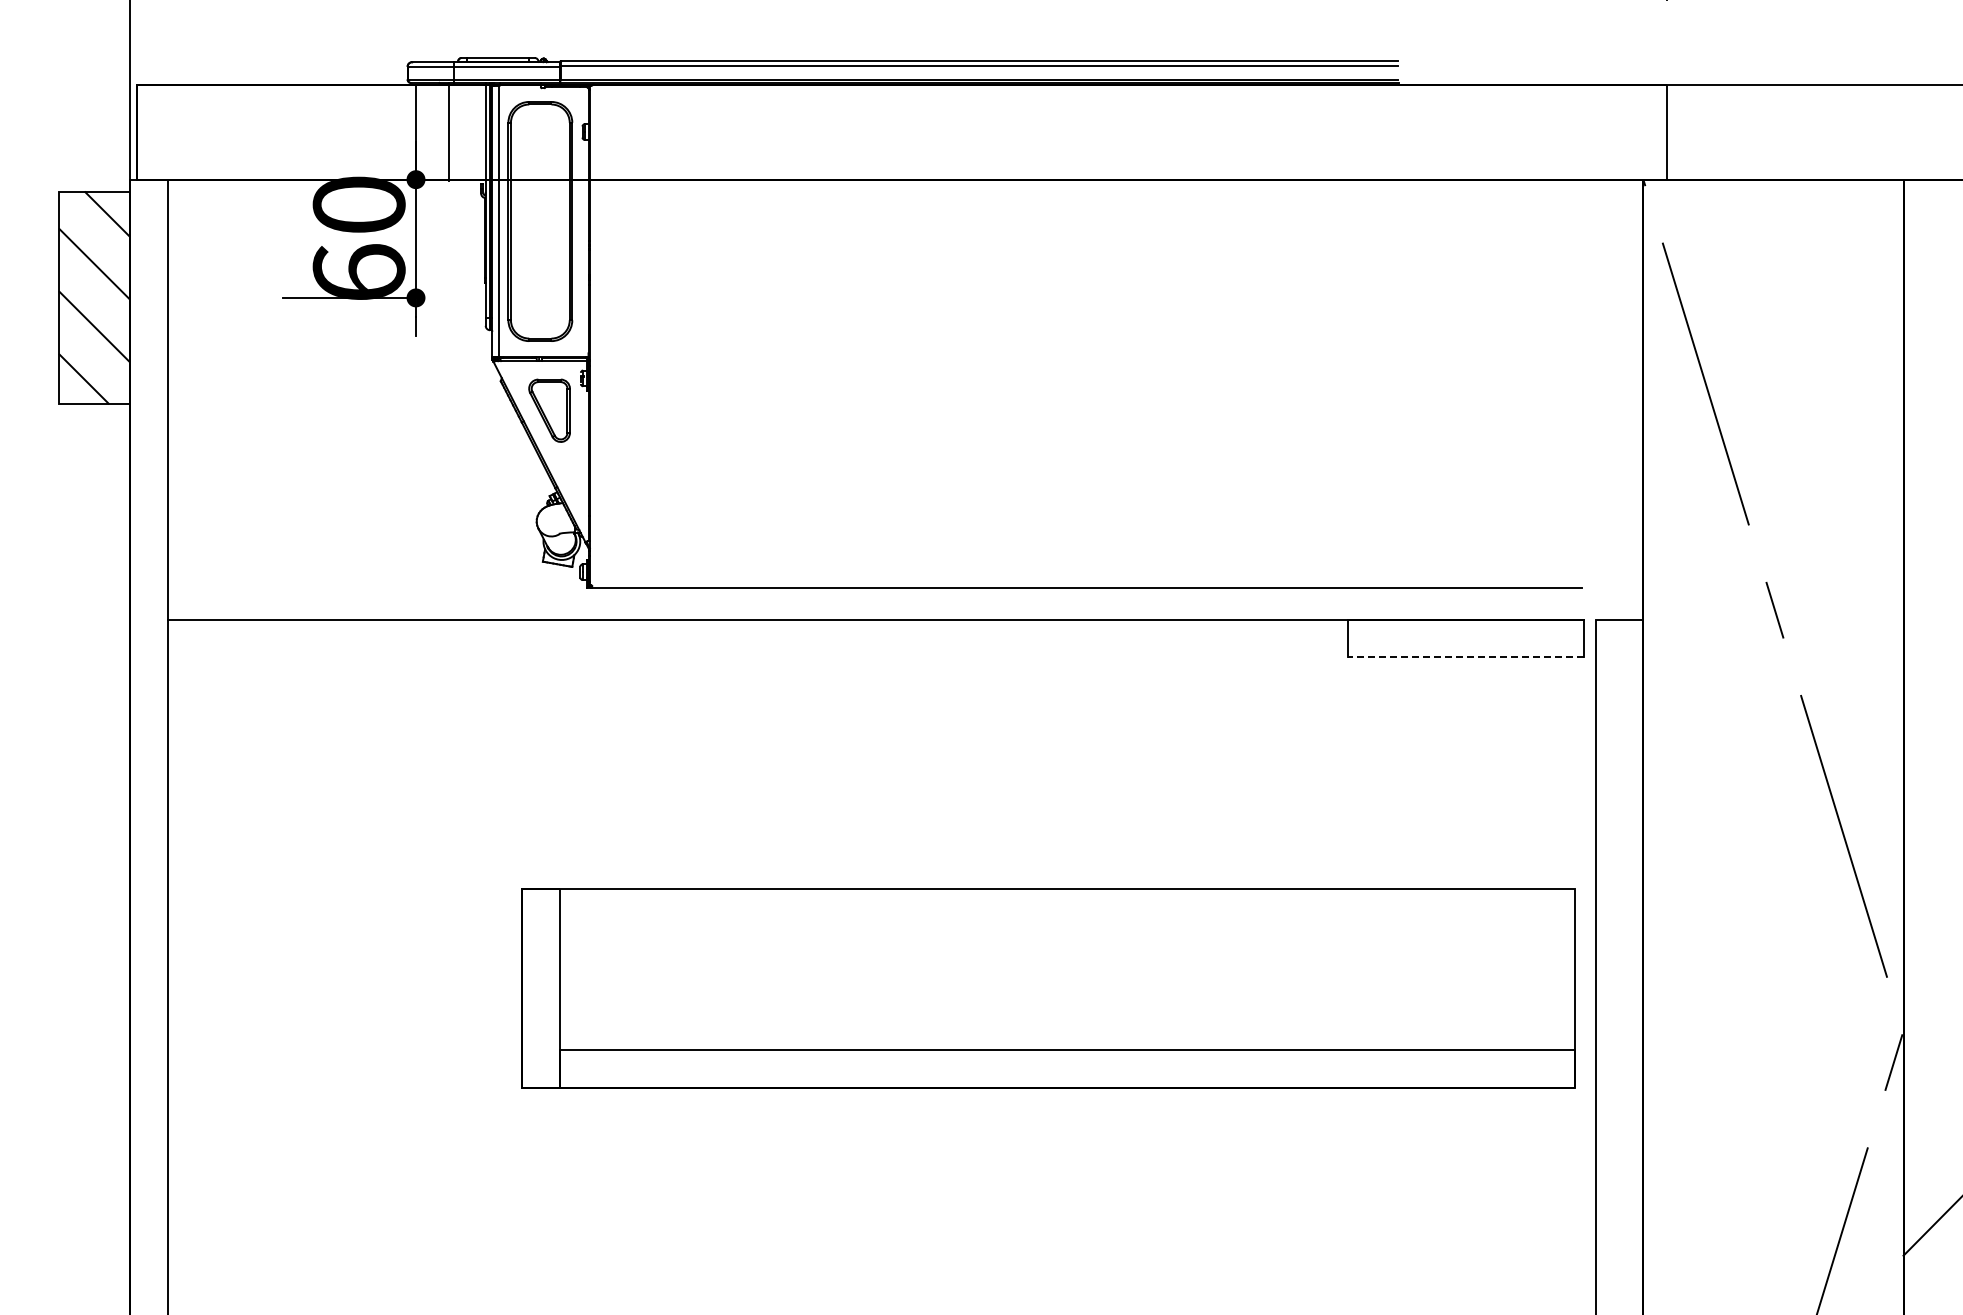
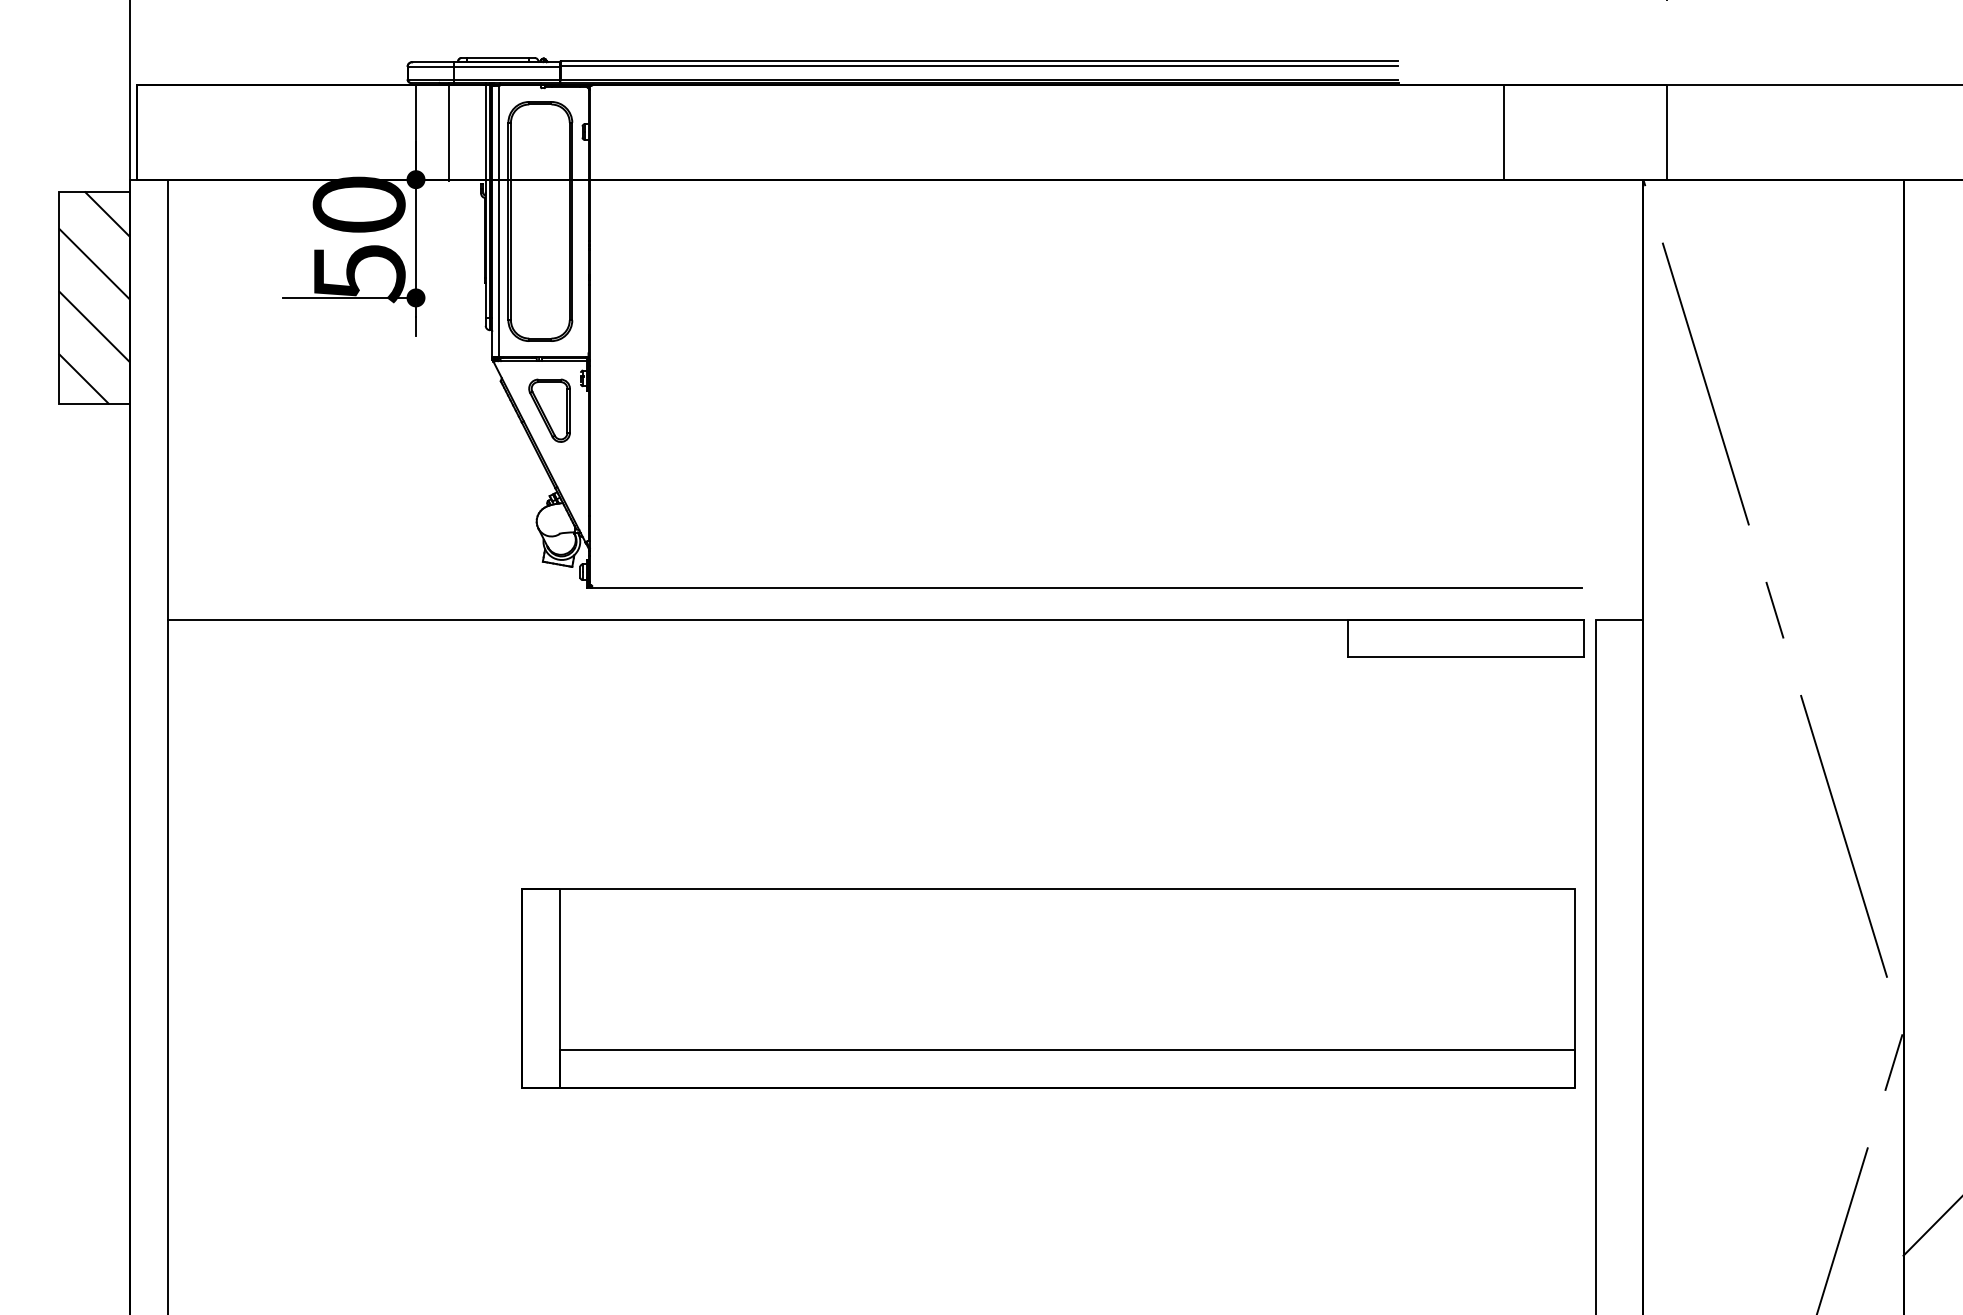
line at (1503, 132): none -> present
text at (358, 273): 60 -> 50
line at (1465, 657): dashed -> solid
